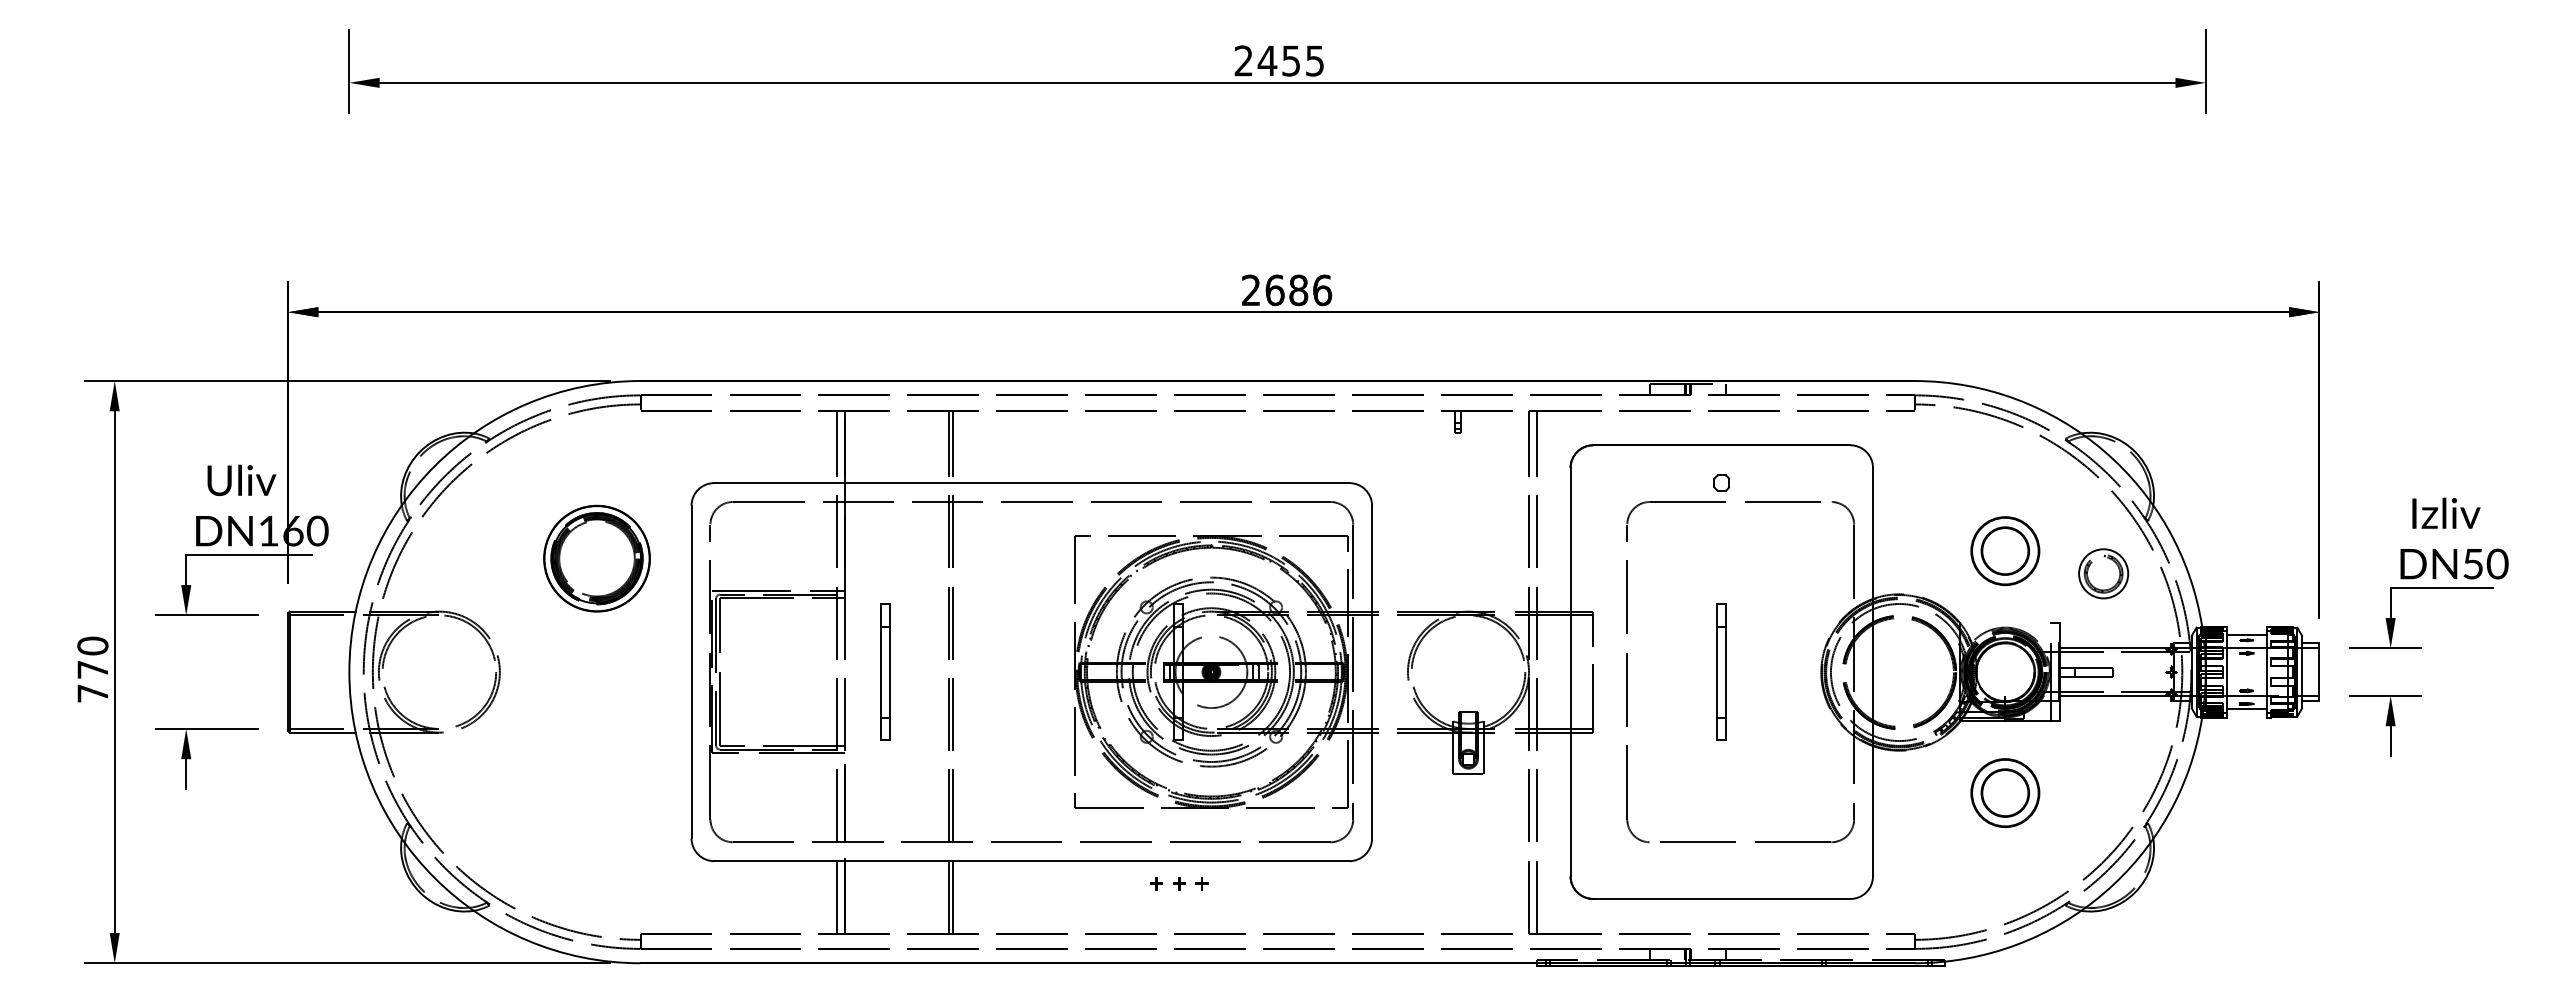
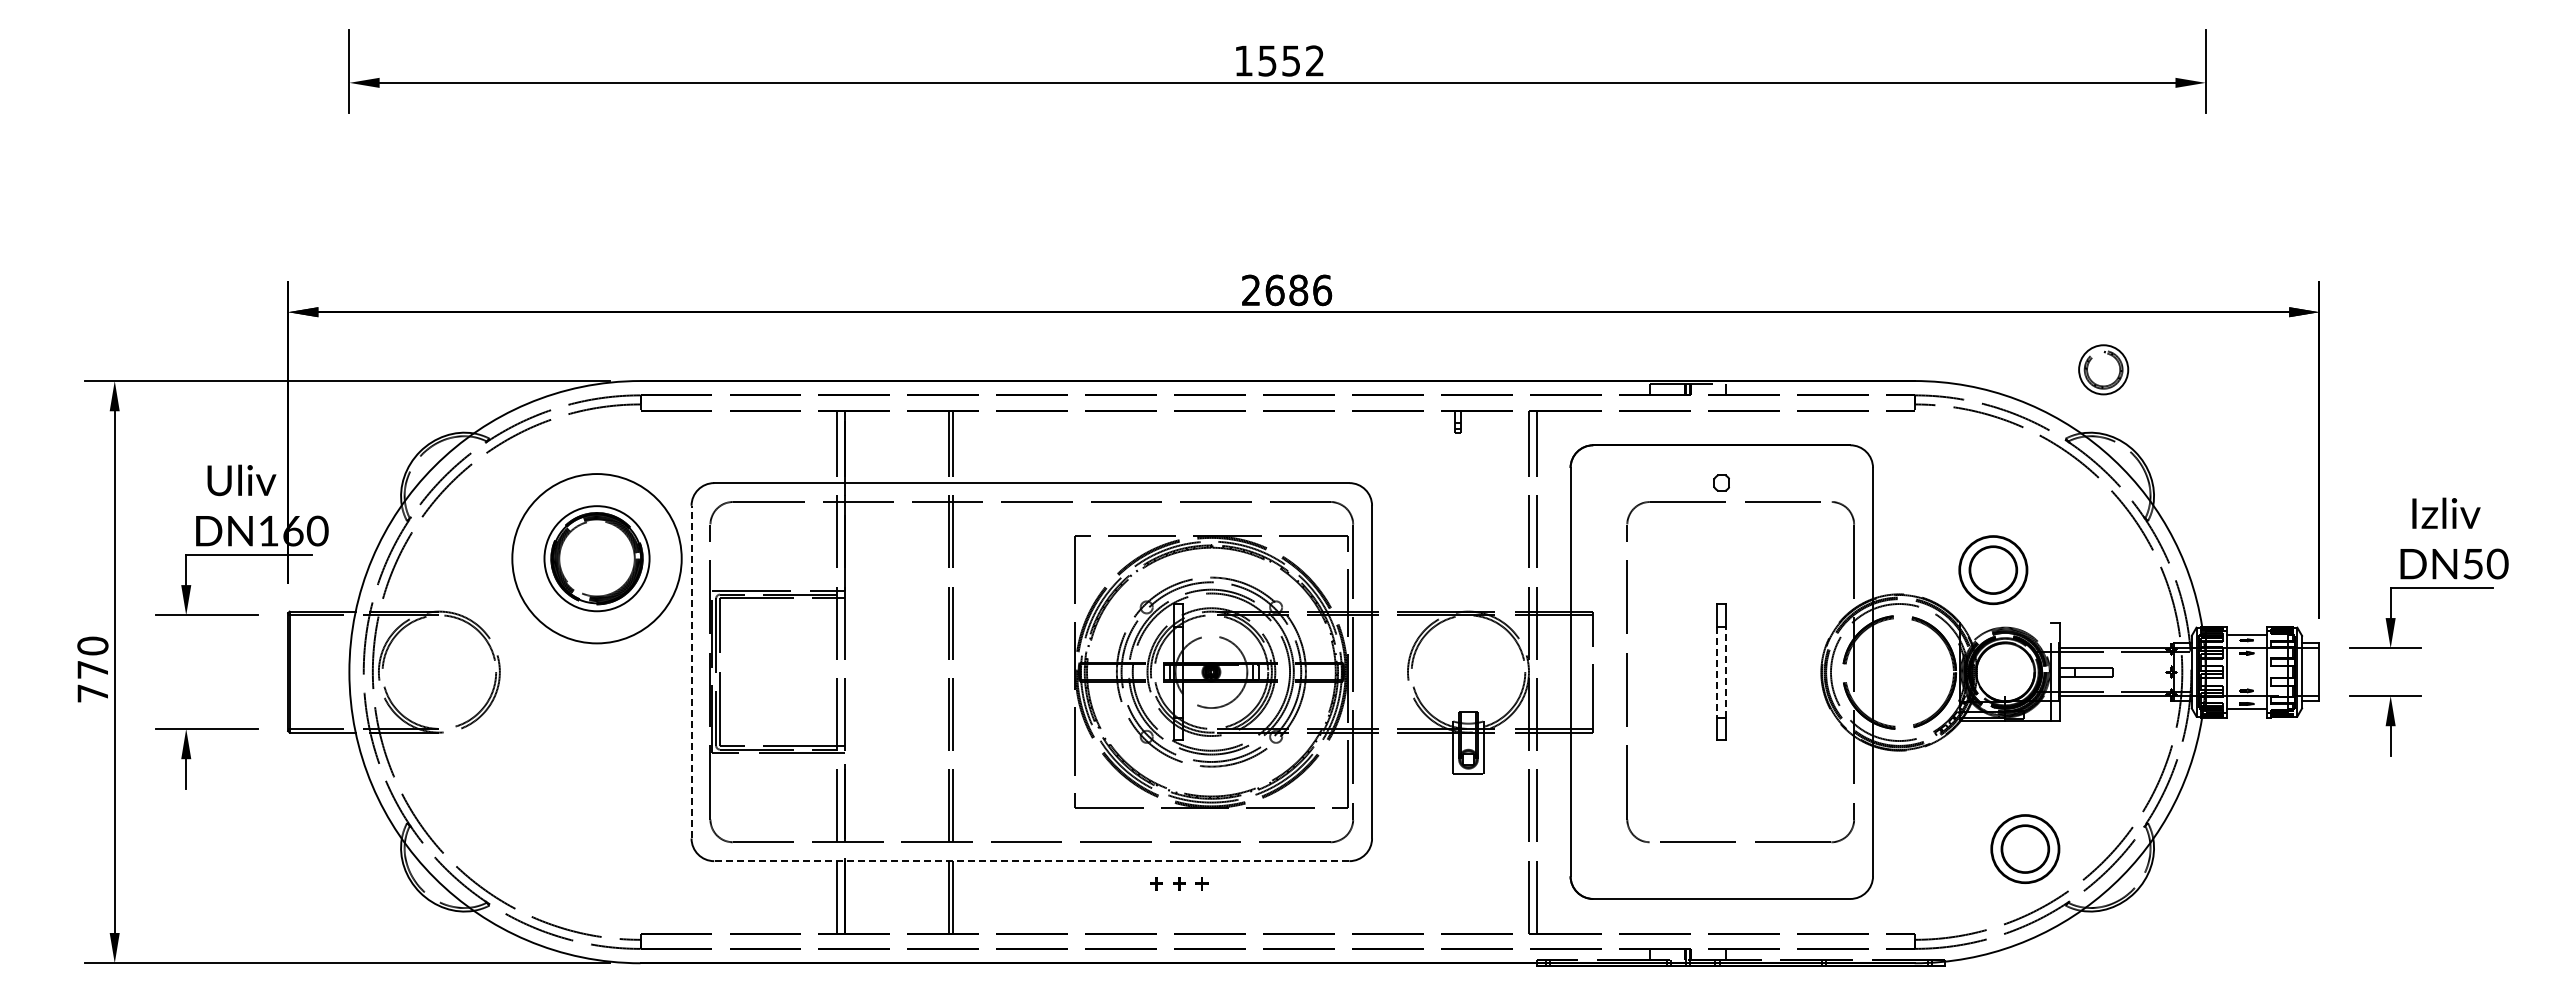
text at (1278, 60): 2455 -> 1552
part at (2005, 551) position: (2005, 551) -> (1993, 570)
circle at (596, 558) diameter: 106 px -> 169 px
part at (2103, 573) position: (2103, 573) -> (2103, 369)
line at (691, 671): solid -> dashed
part at (885, 671): present -> none
line at (1726, 671): solid -> dashed
line at (1717, 672): solid -> dashed
part at (2005, 792) position: (2005, 792) -> (2025, 848)
line at (1031, 861): solid -> dashed
